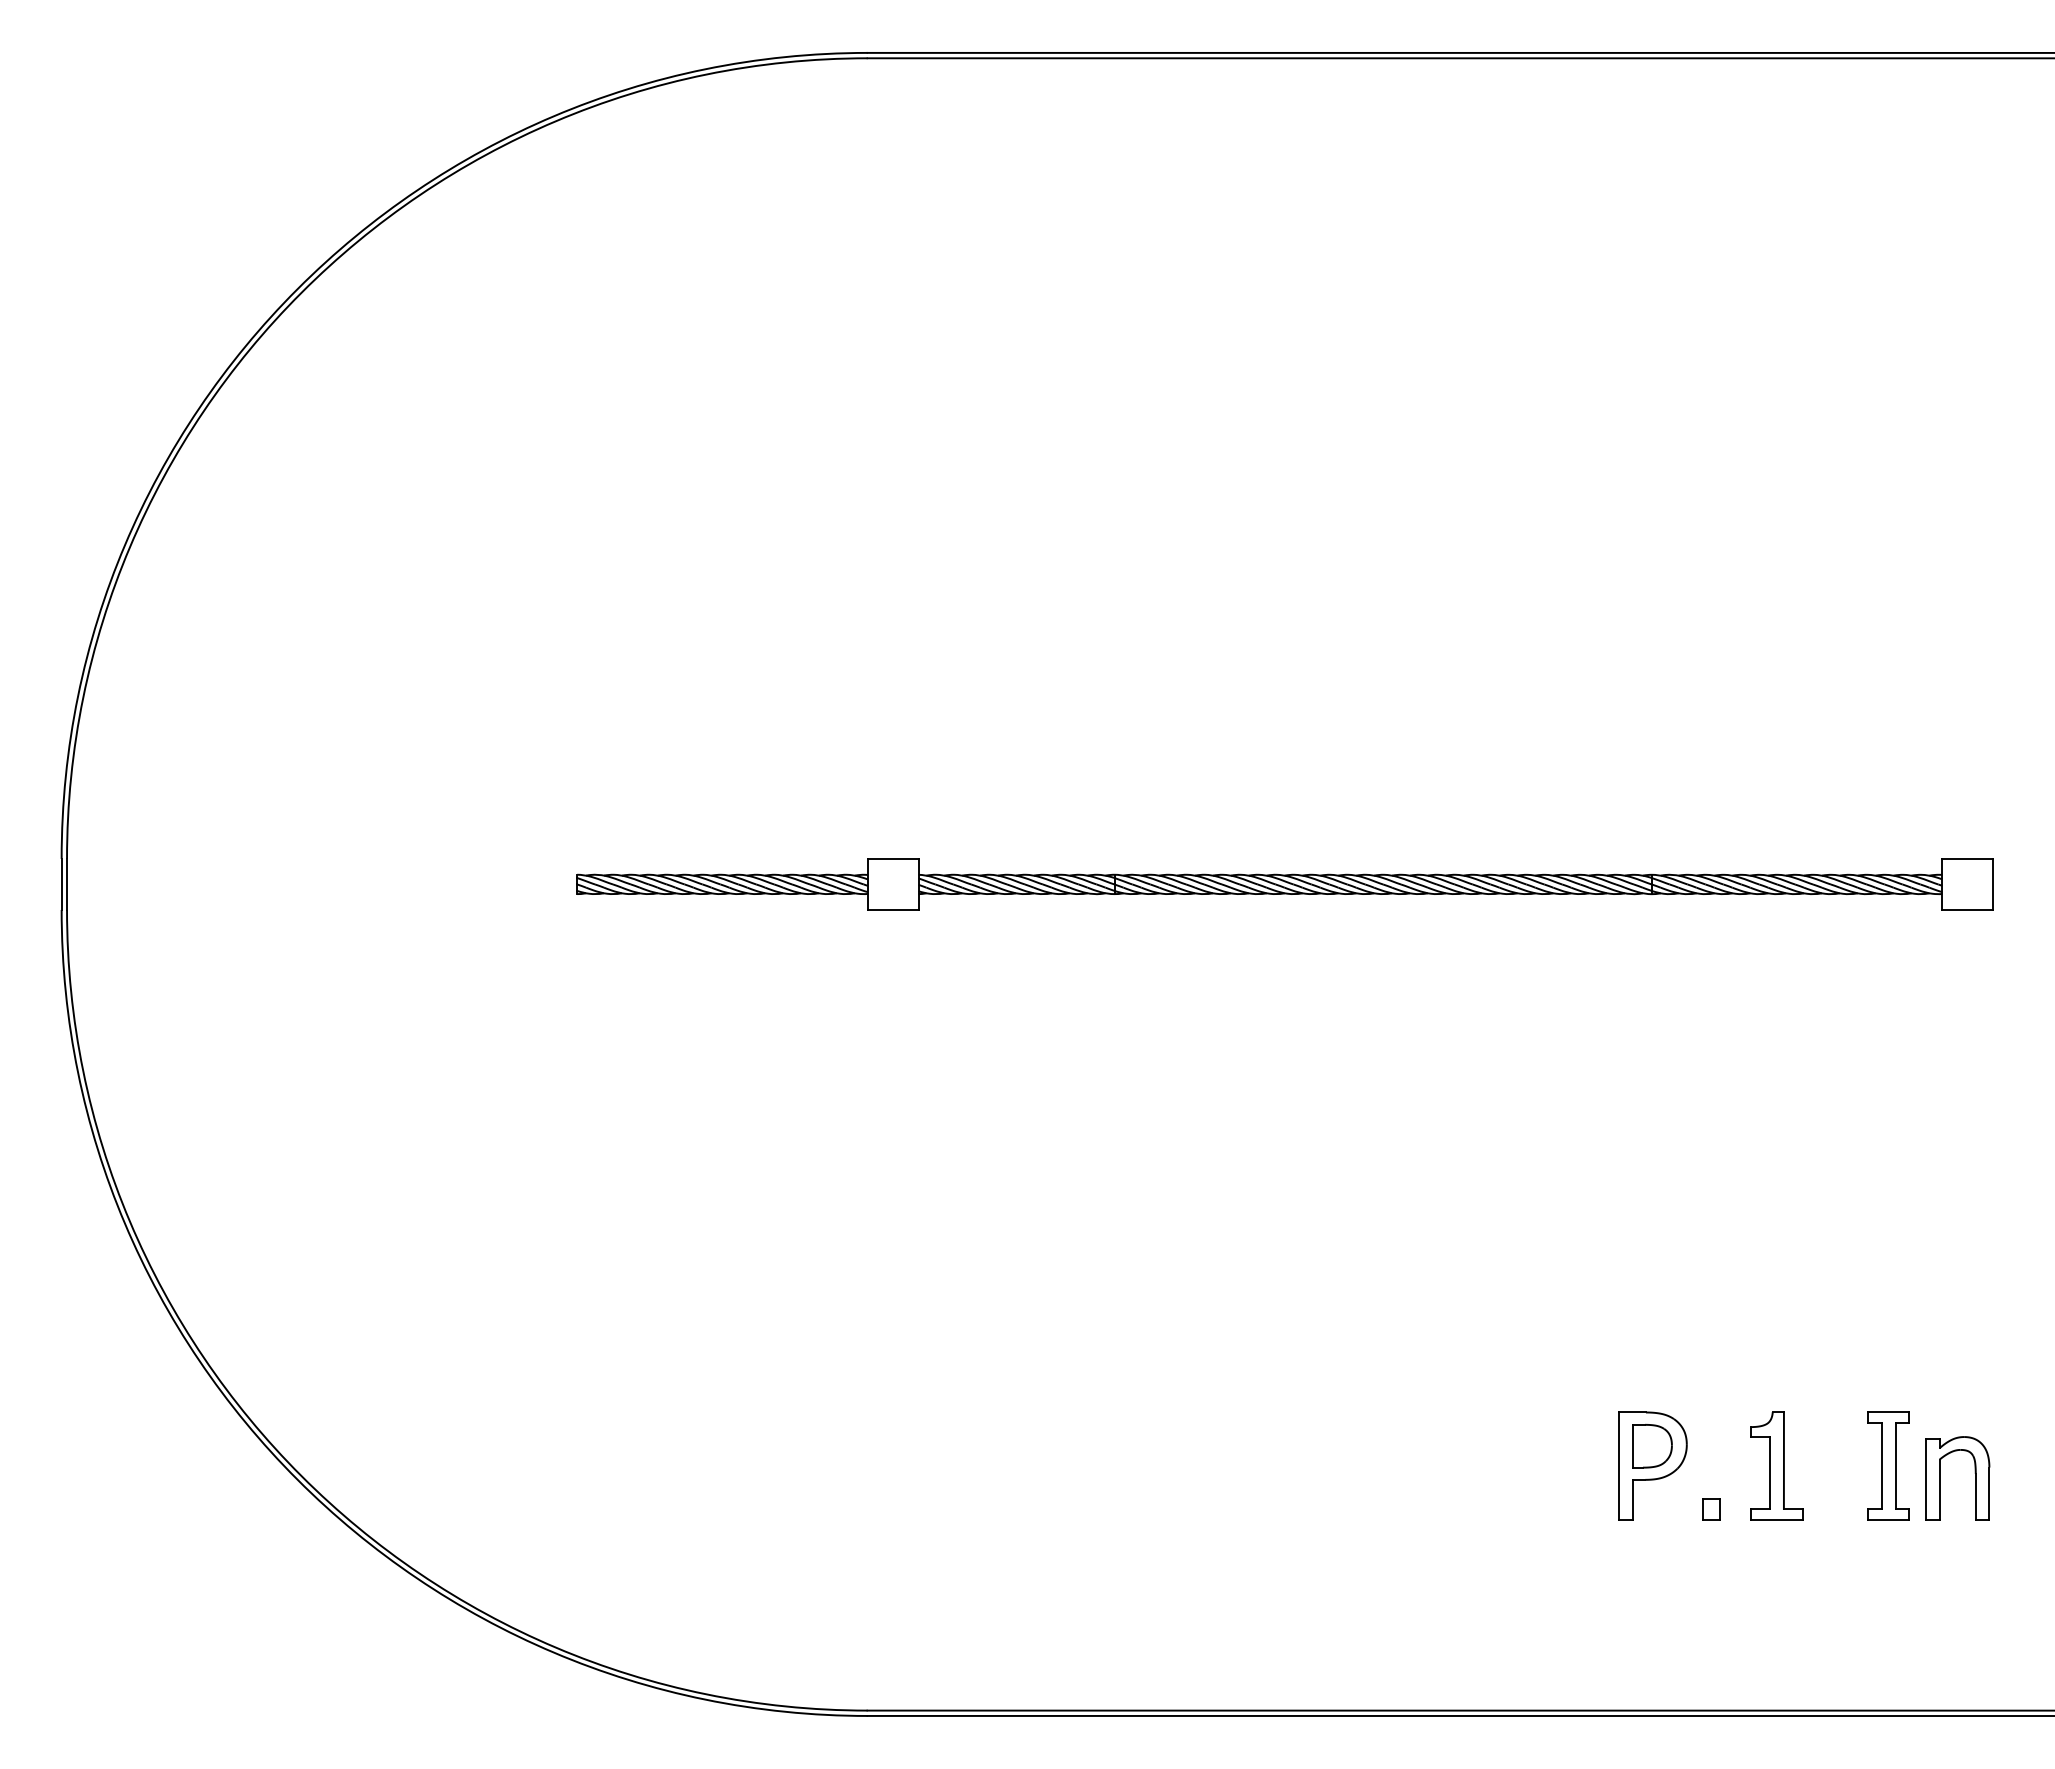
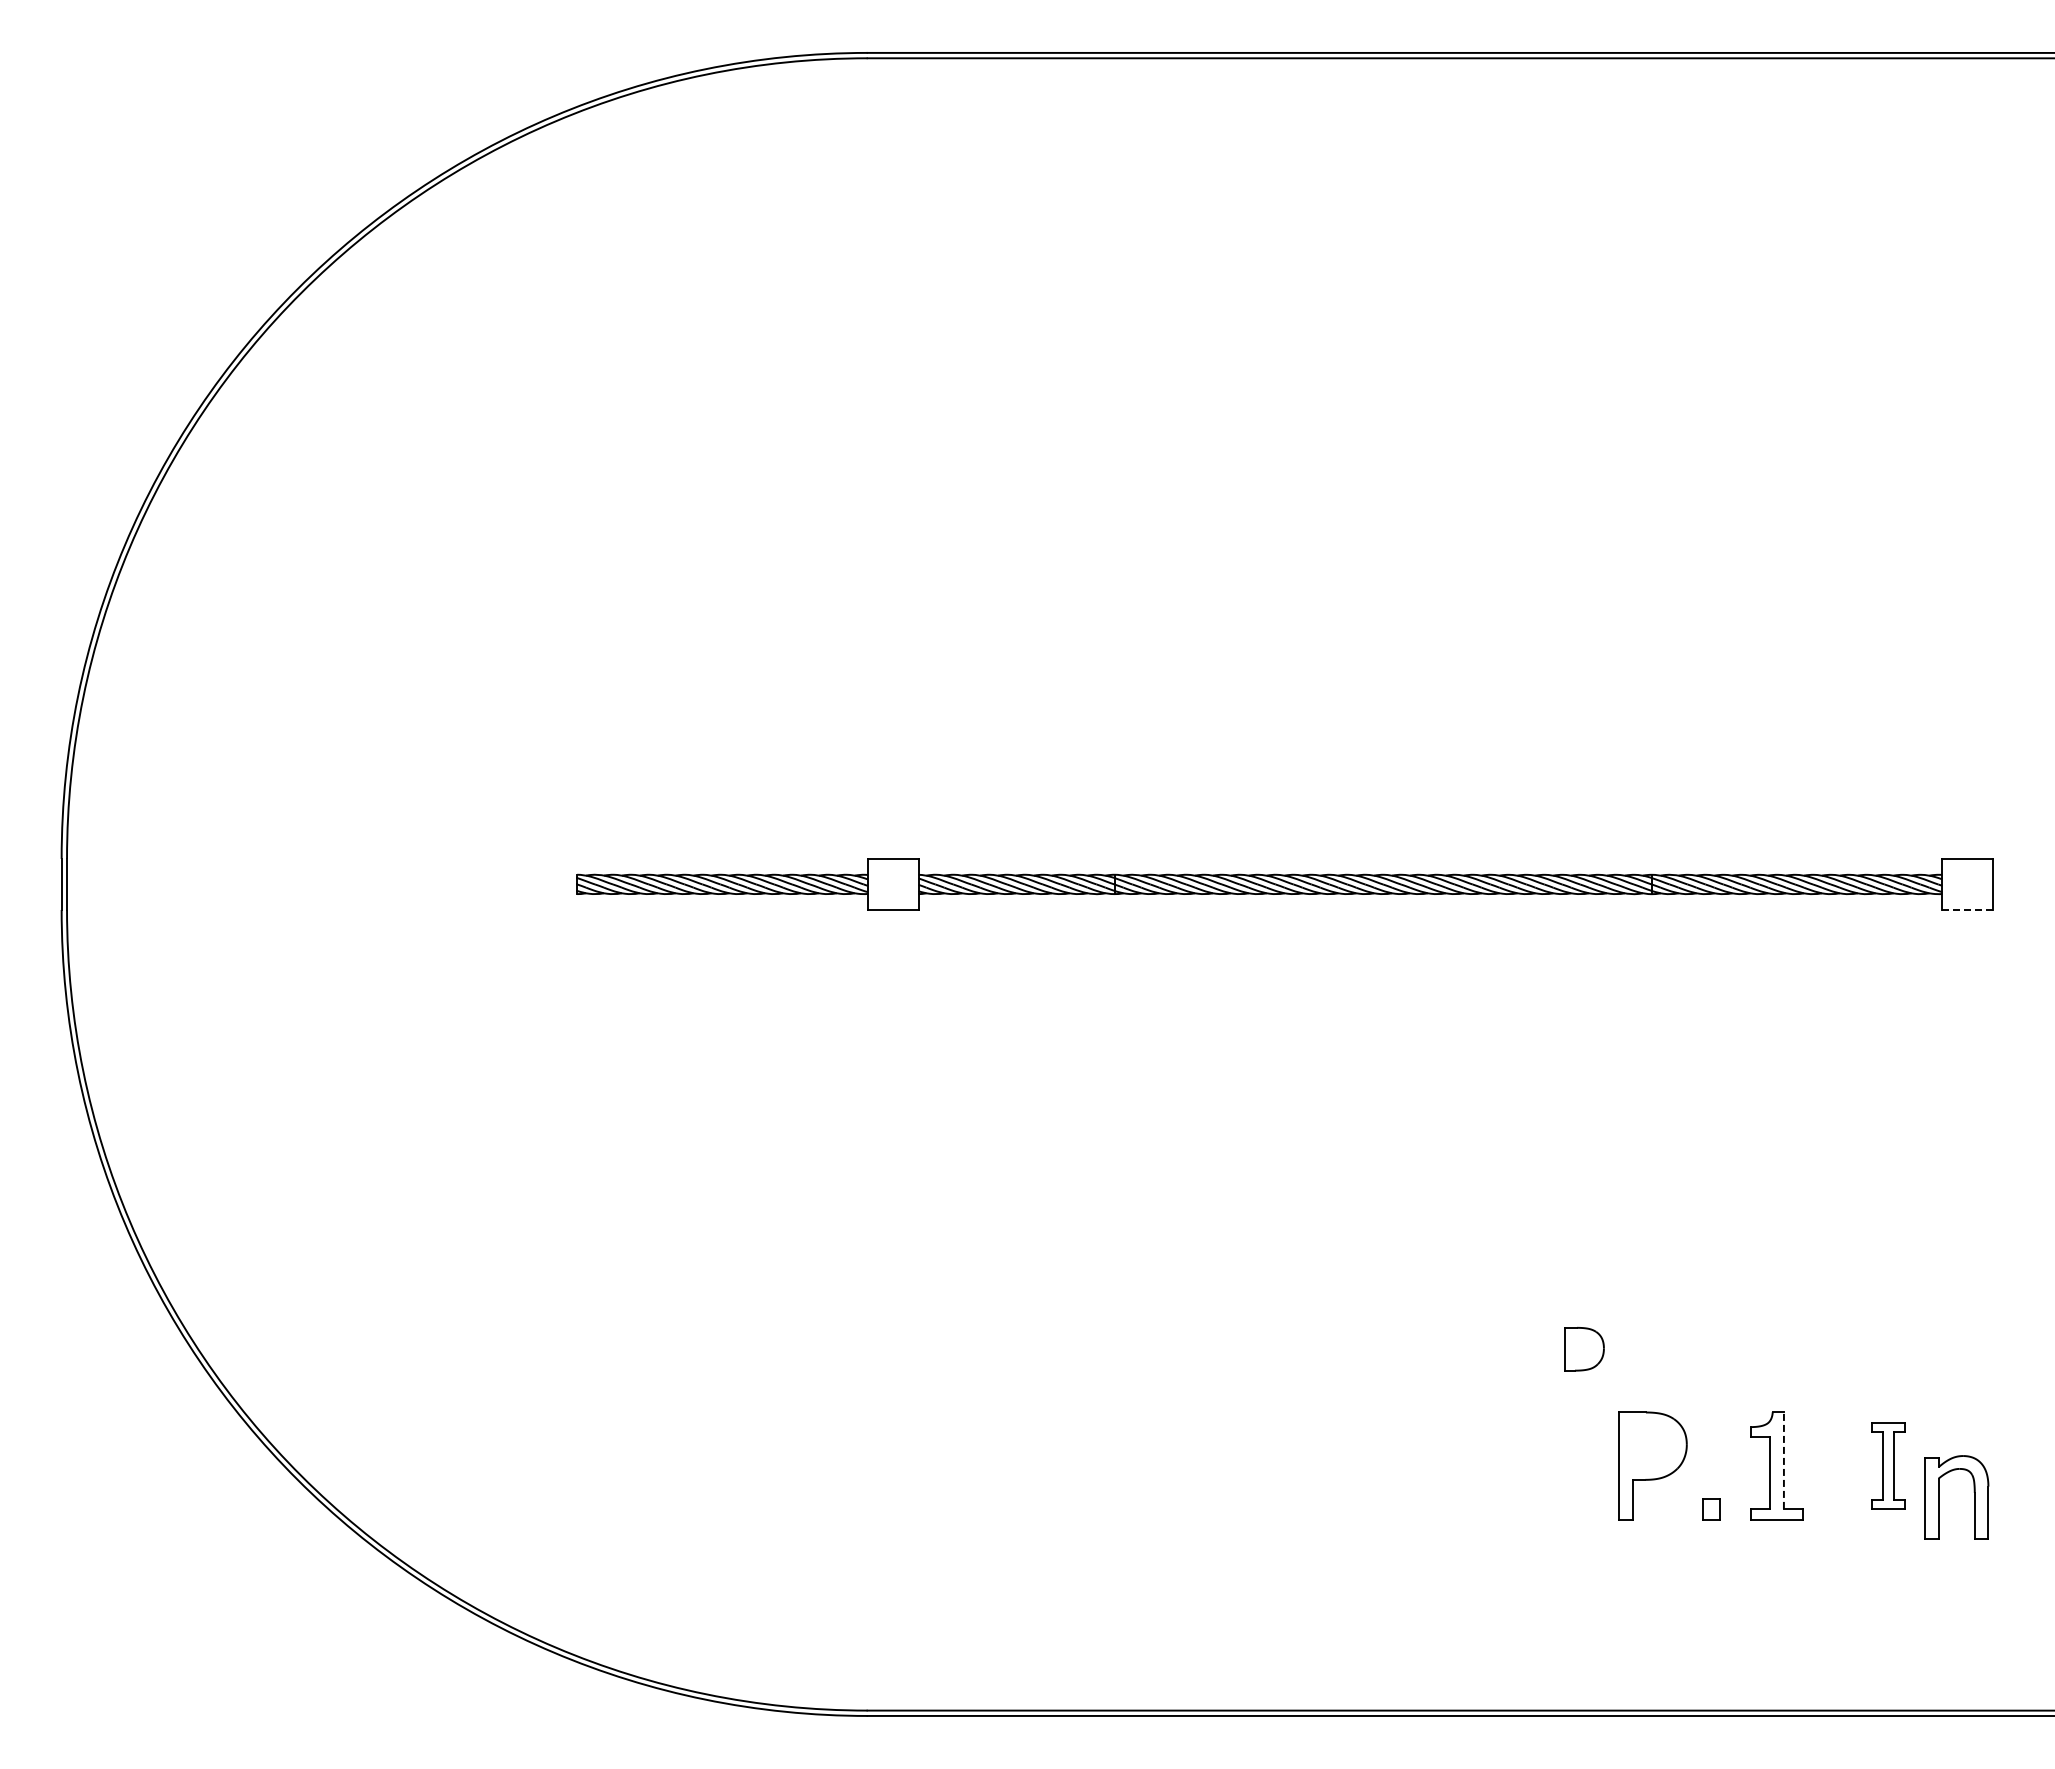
line at (1967, 910): solid -> dashed
part at (1652, 1446) position: (1652, 1446) -> (1584, 1349)
line at (1783, 1460): solid -> dashed
part at (1888, 1465) size: 43x110 px -> 35x88 px
part at (1940, 1478) position: (1940, 1478) -> (1939, 1497)
